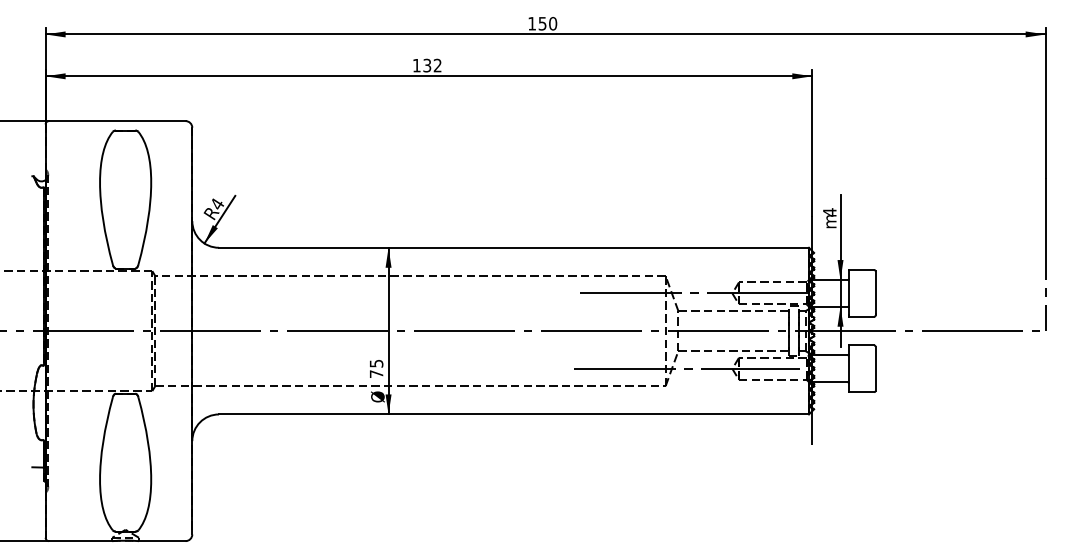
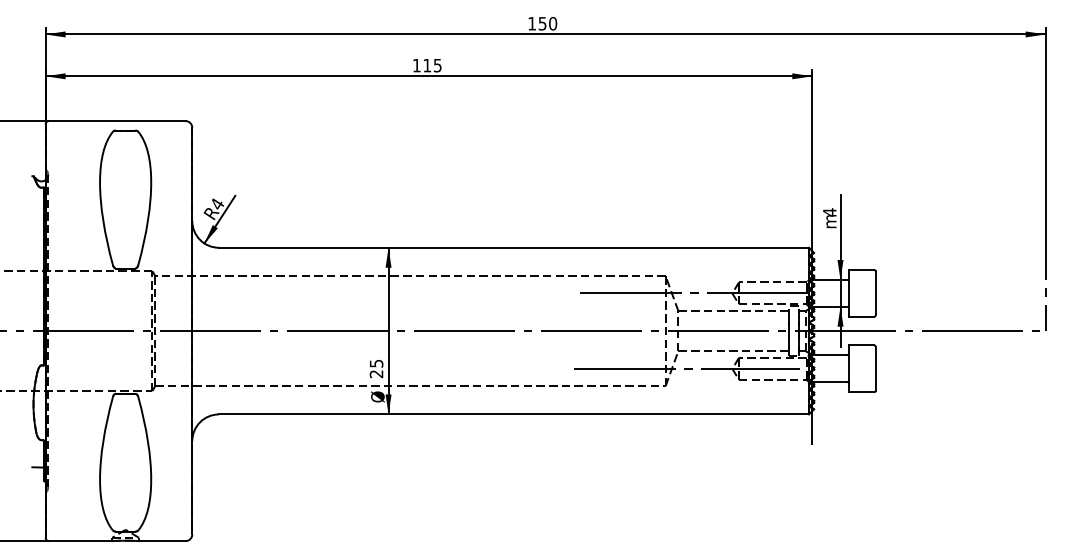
text at (432, 65): 132 -> 115
text at (376, 374): 75 -> 25
